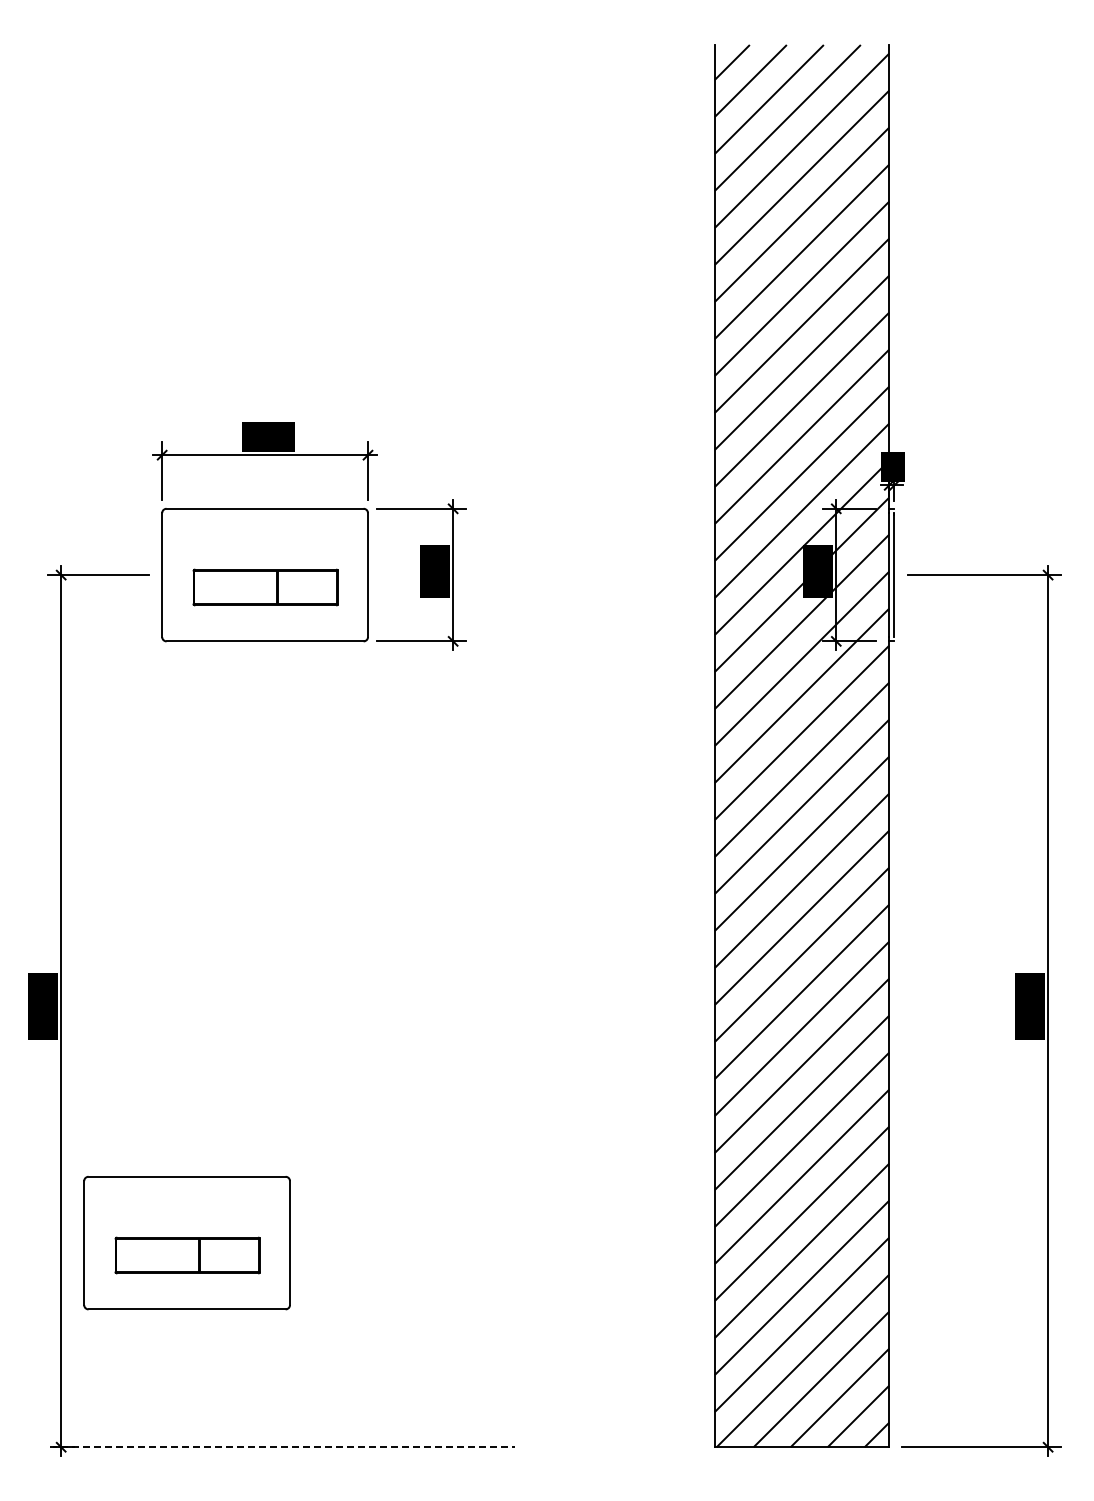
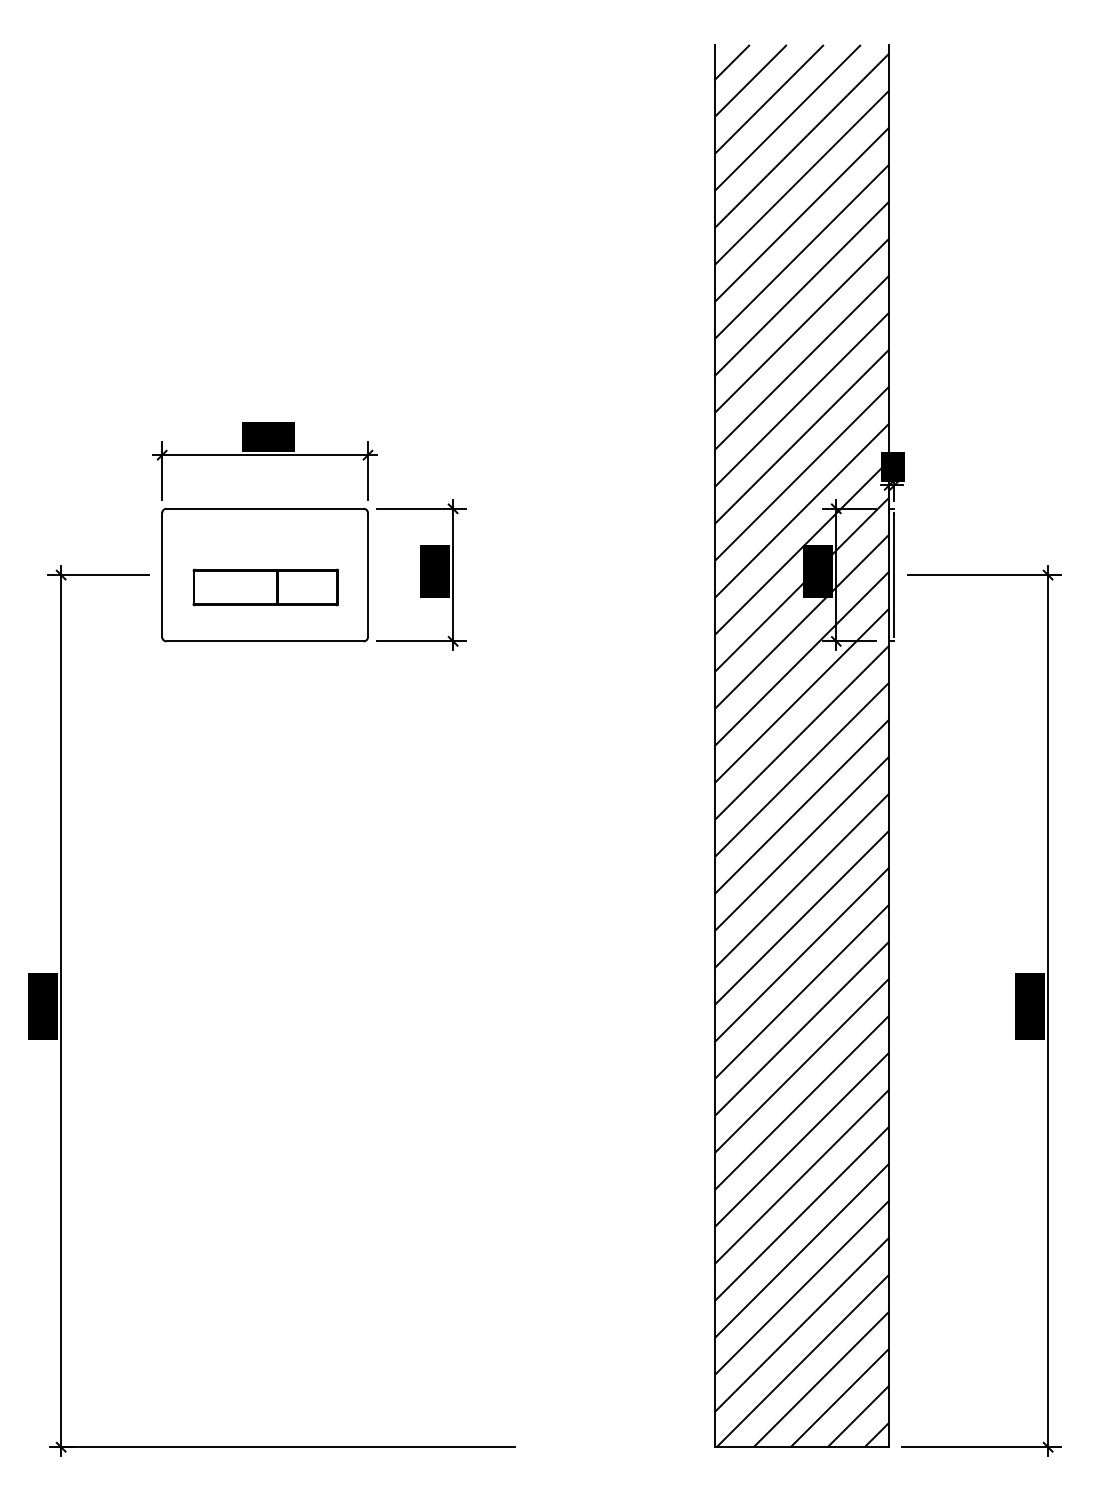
part at (186, 1243): present -> none
line at (283, 1447): dashed -> solid
